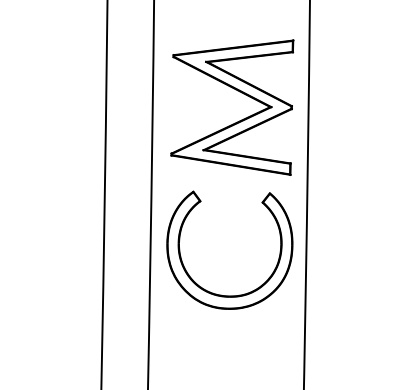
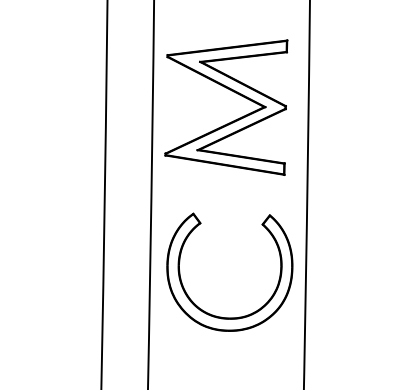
part at (239, 120) position: (239, 120) -> (233, 120)
part at (221, 294) position: (221, 294) -> (221, 316)
